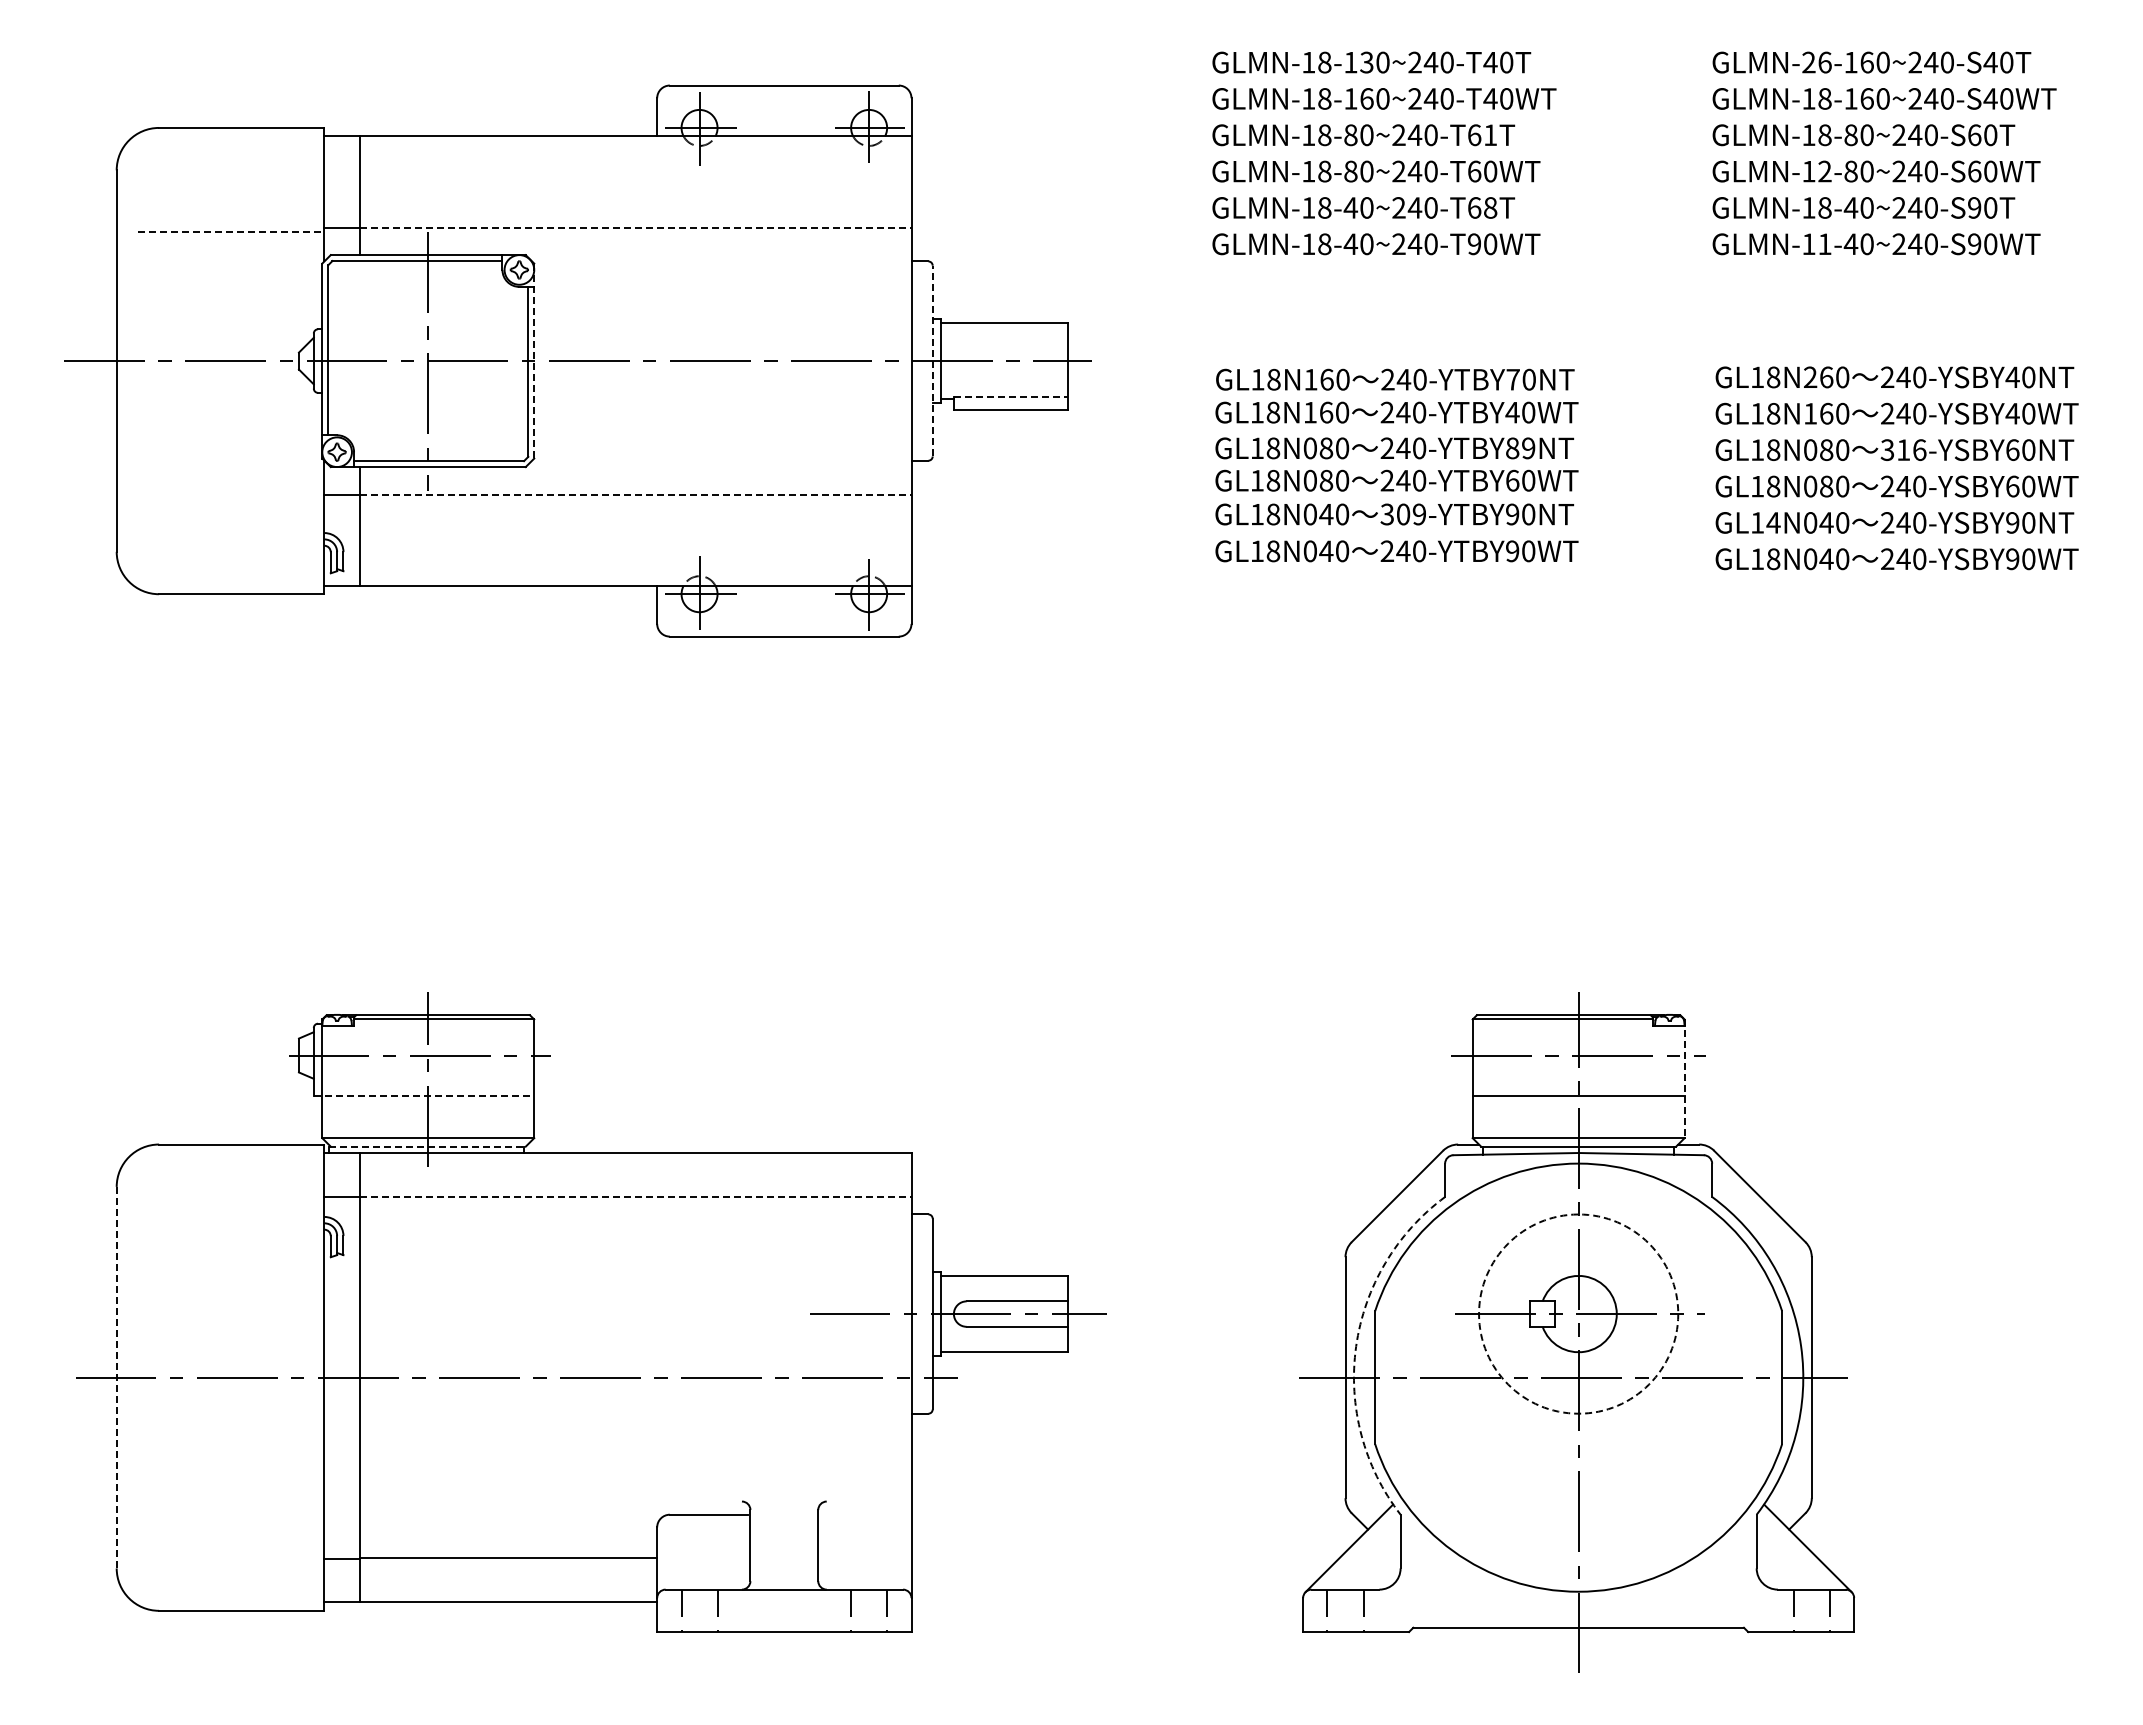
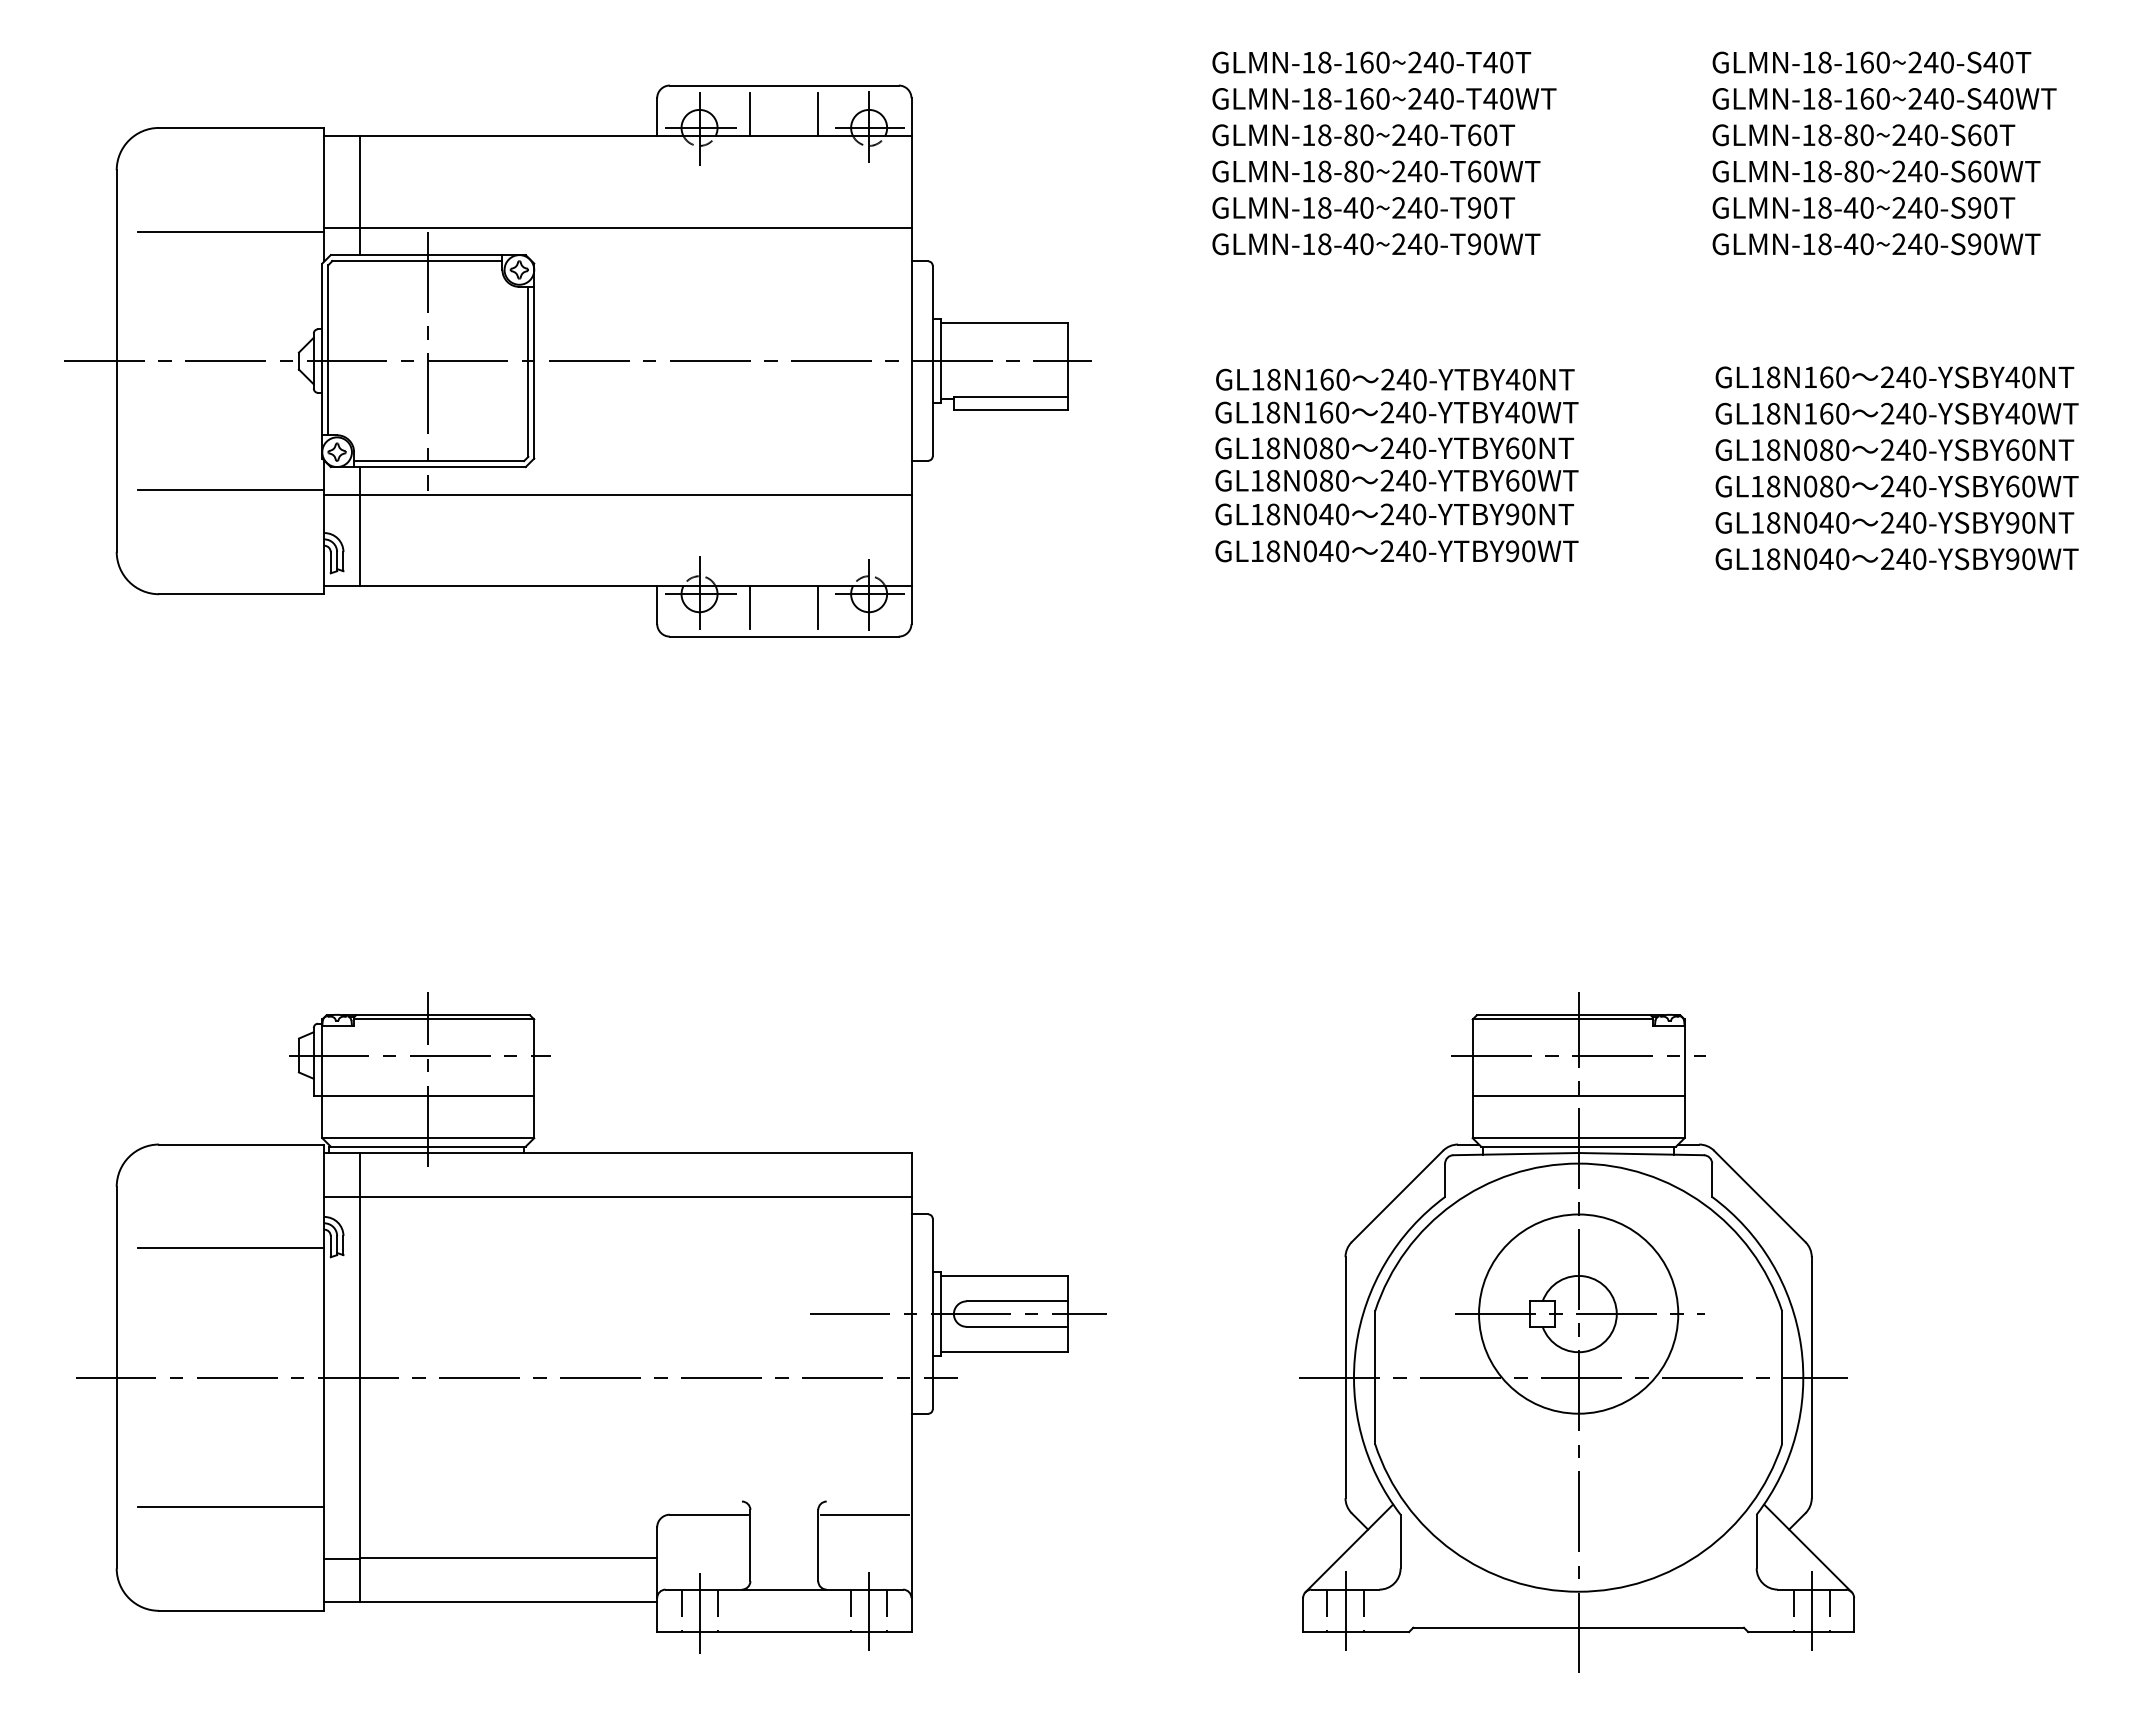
text at (1366, 62): GLMN-18-130~240-T40T -> GLMN-18-160~240-T40T
text at (1816, 62): GLMN-26-160~240-S40T -> GLMN-18-160~240-S40T
line at (750, 114): none -> present
line at (818, 114): none -> present
text at (1490, 135): GLMN-18-80~240-T61T -> GLMN-18-80~240-T60T
text at (1824, 171): GLMN-12-80~240-S60WT -> GLMN-18-80~240-S60WT
text at (1482, 207): GLMN-18-40~240-T68T -> GLMN-18-40~240-T90T
line at (635, 227): dashed -> solid
line at (231, 231): dashed -> solid
text at (1824, 244): GLMN-11-40~240-S90WT -> GLMN-18-40~240-S90WT
line at (932, 360): dashed -> solid
line at (534, 361): dashed -> solid
text at (1810, 376): GL18N260 -> GL18N160
text at (1512, 379): 240-YTBY70NT -> 240-YTBY40NT
line at (1011, 397): dashed -> solid
text at (1520, 448): 240-YTBY89NT -> 240-YTBY60NT
text at (1903, 450): 316-YSBY60NT -> 240-YSBY60NT
line at (230, 490): none -> present
line at (635, 494): dashed -> solid
text at (1403, 514): 309-YTBY90NT -> 240-YTBY90NT
text at (1773, 522): GL14N040 -> GL18N040
line at (750, 606): none -> present
line at (818, 606): none -> present
line at (1684, 1079): dashed -> solid
line at (424, 1095): dashed -> solid
line at (427, 1146): dashed -> solid
line at (635, 1197): dashed -> solid
line at (230, 1248): none -> present
circle at (1578, 1313): dashed -> solid
arc at (1356, 1346): dashed -> solid
line at (116, 1377): dashed -> solid
line at (230, 1506): none -> present
line at (864, 1514): none -> present
line at (869, 1611): none -> present
line at (699, 1613): none -> present
line at (1345, 1614): none -> present
line at (1811, 1614): none -> present
